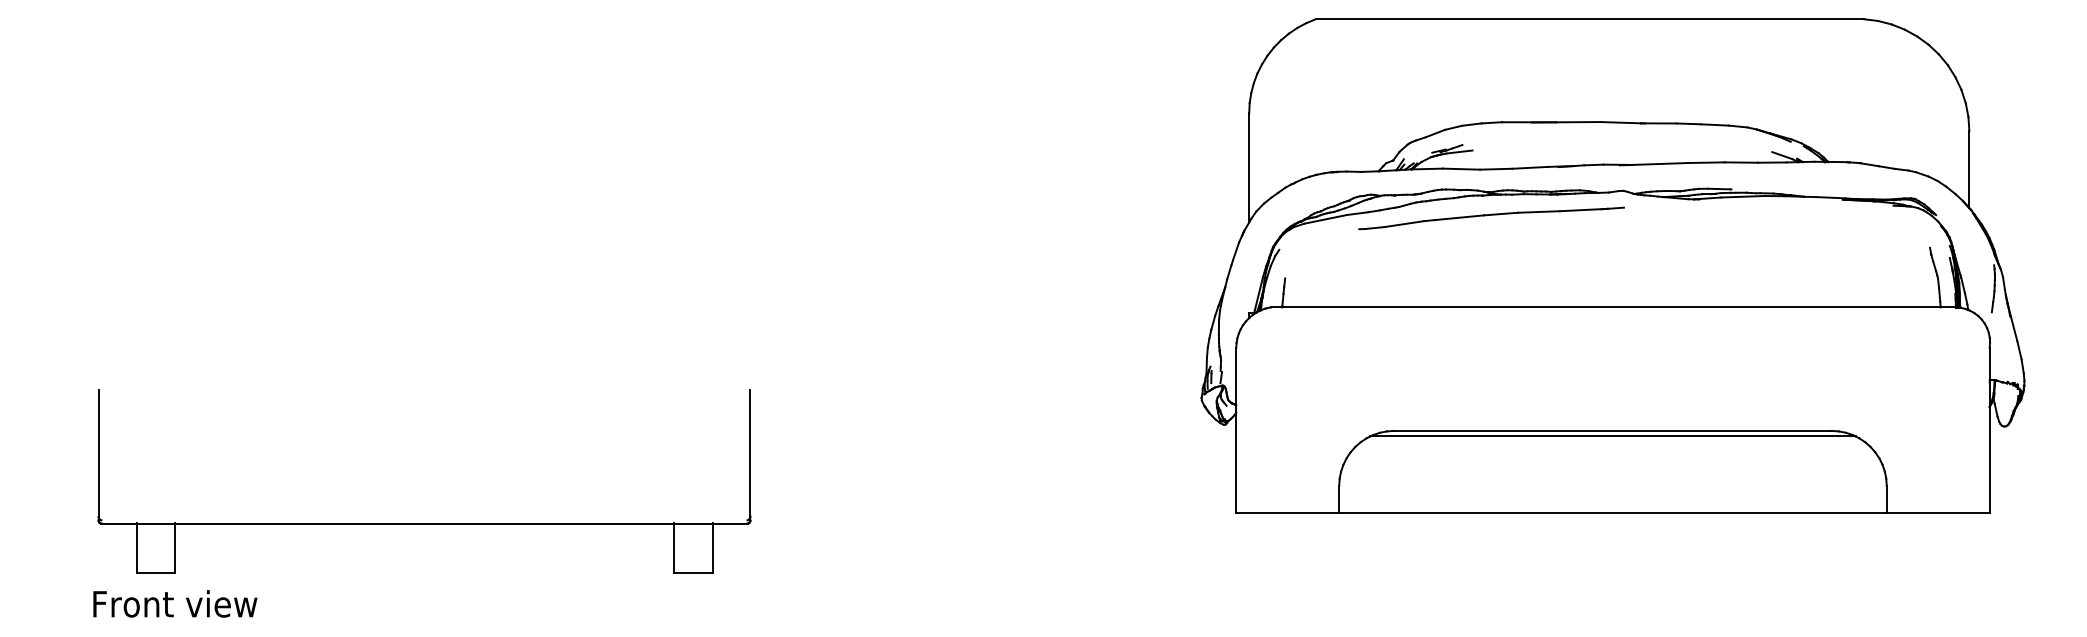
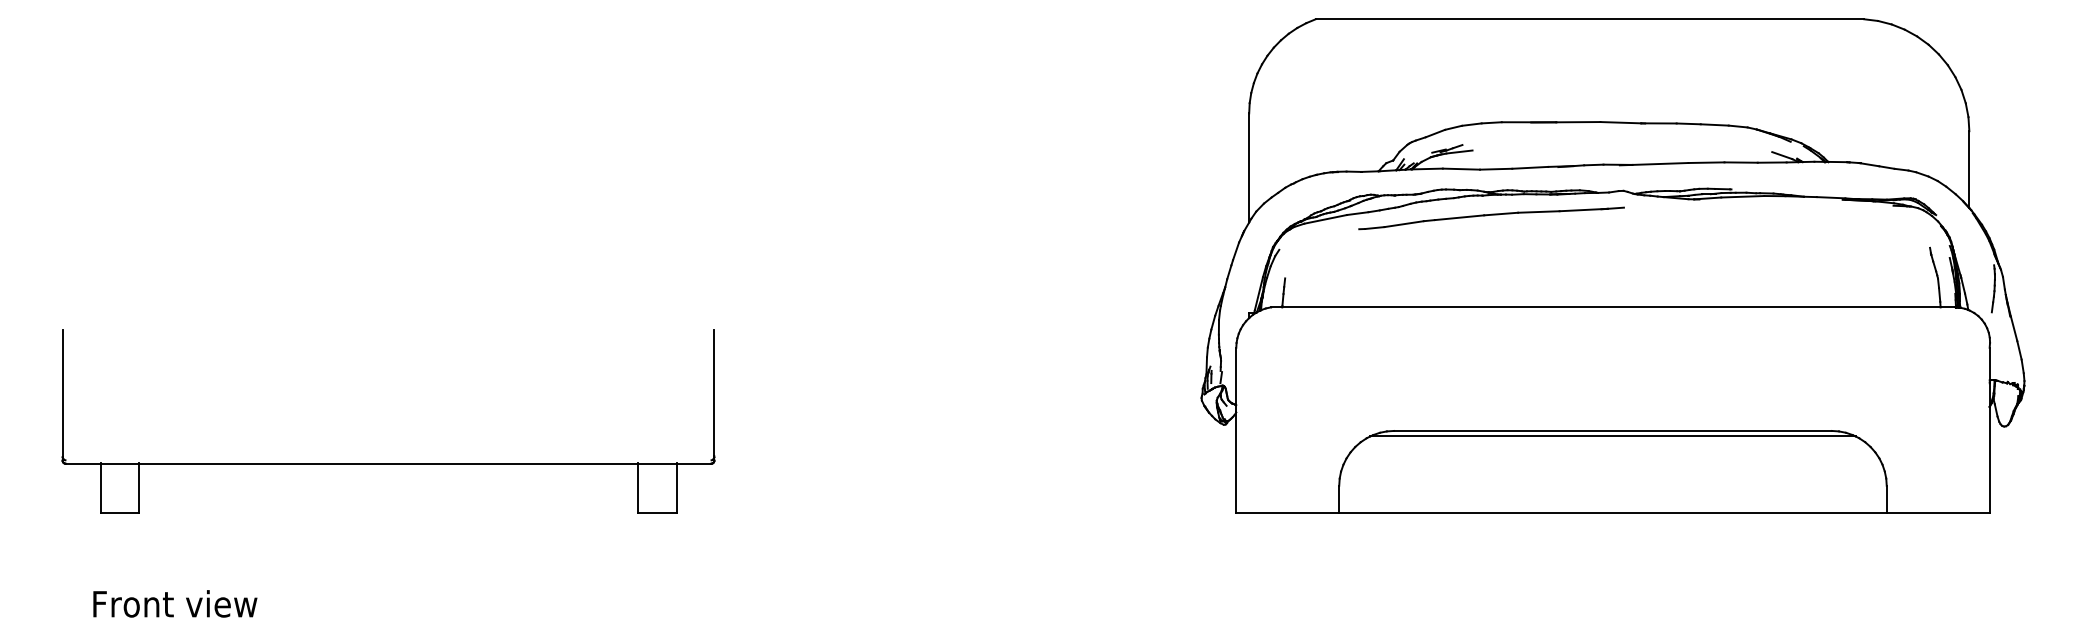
part at (424, 523) position: (424, 523) -> (388, 463)
